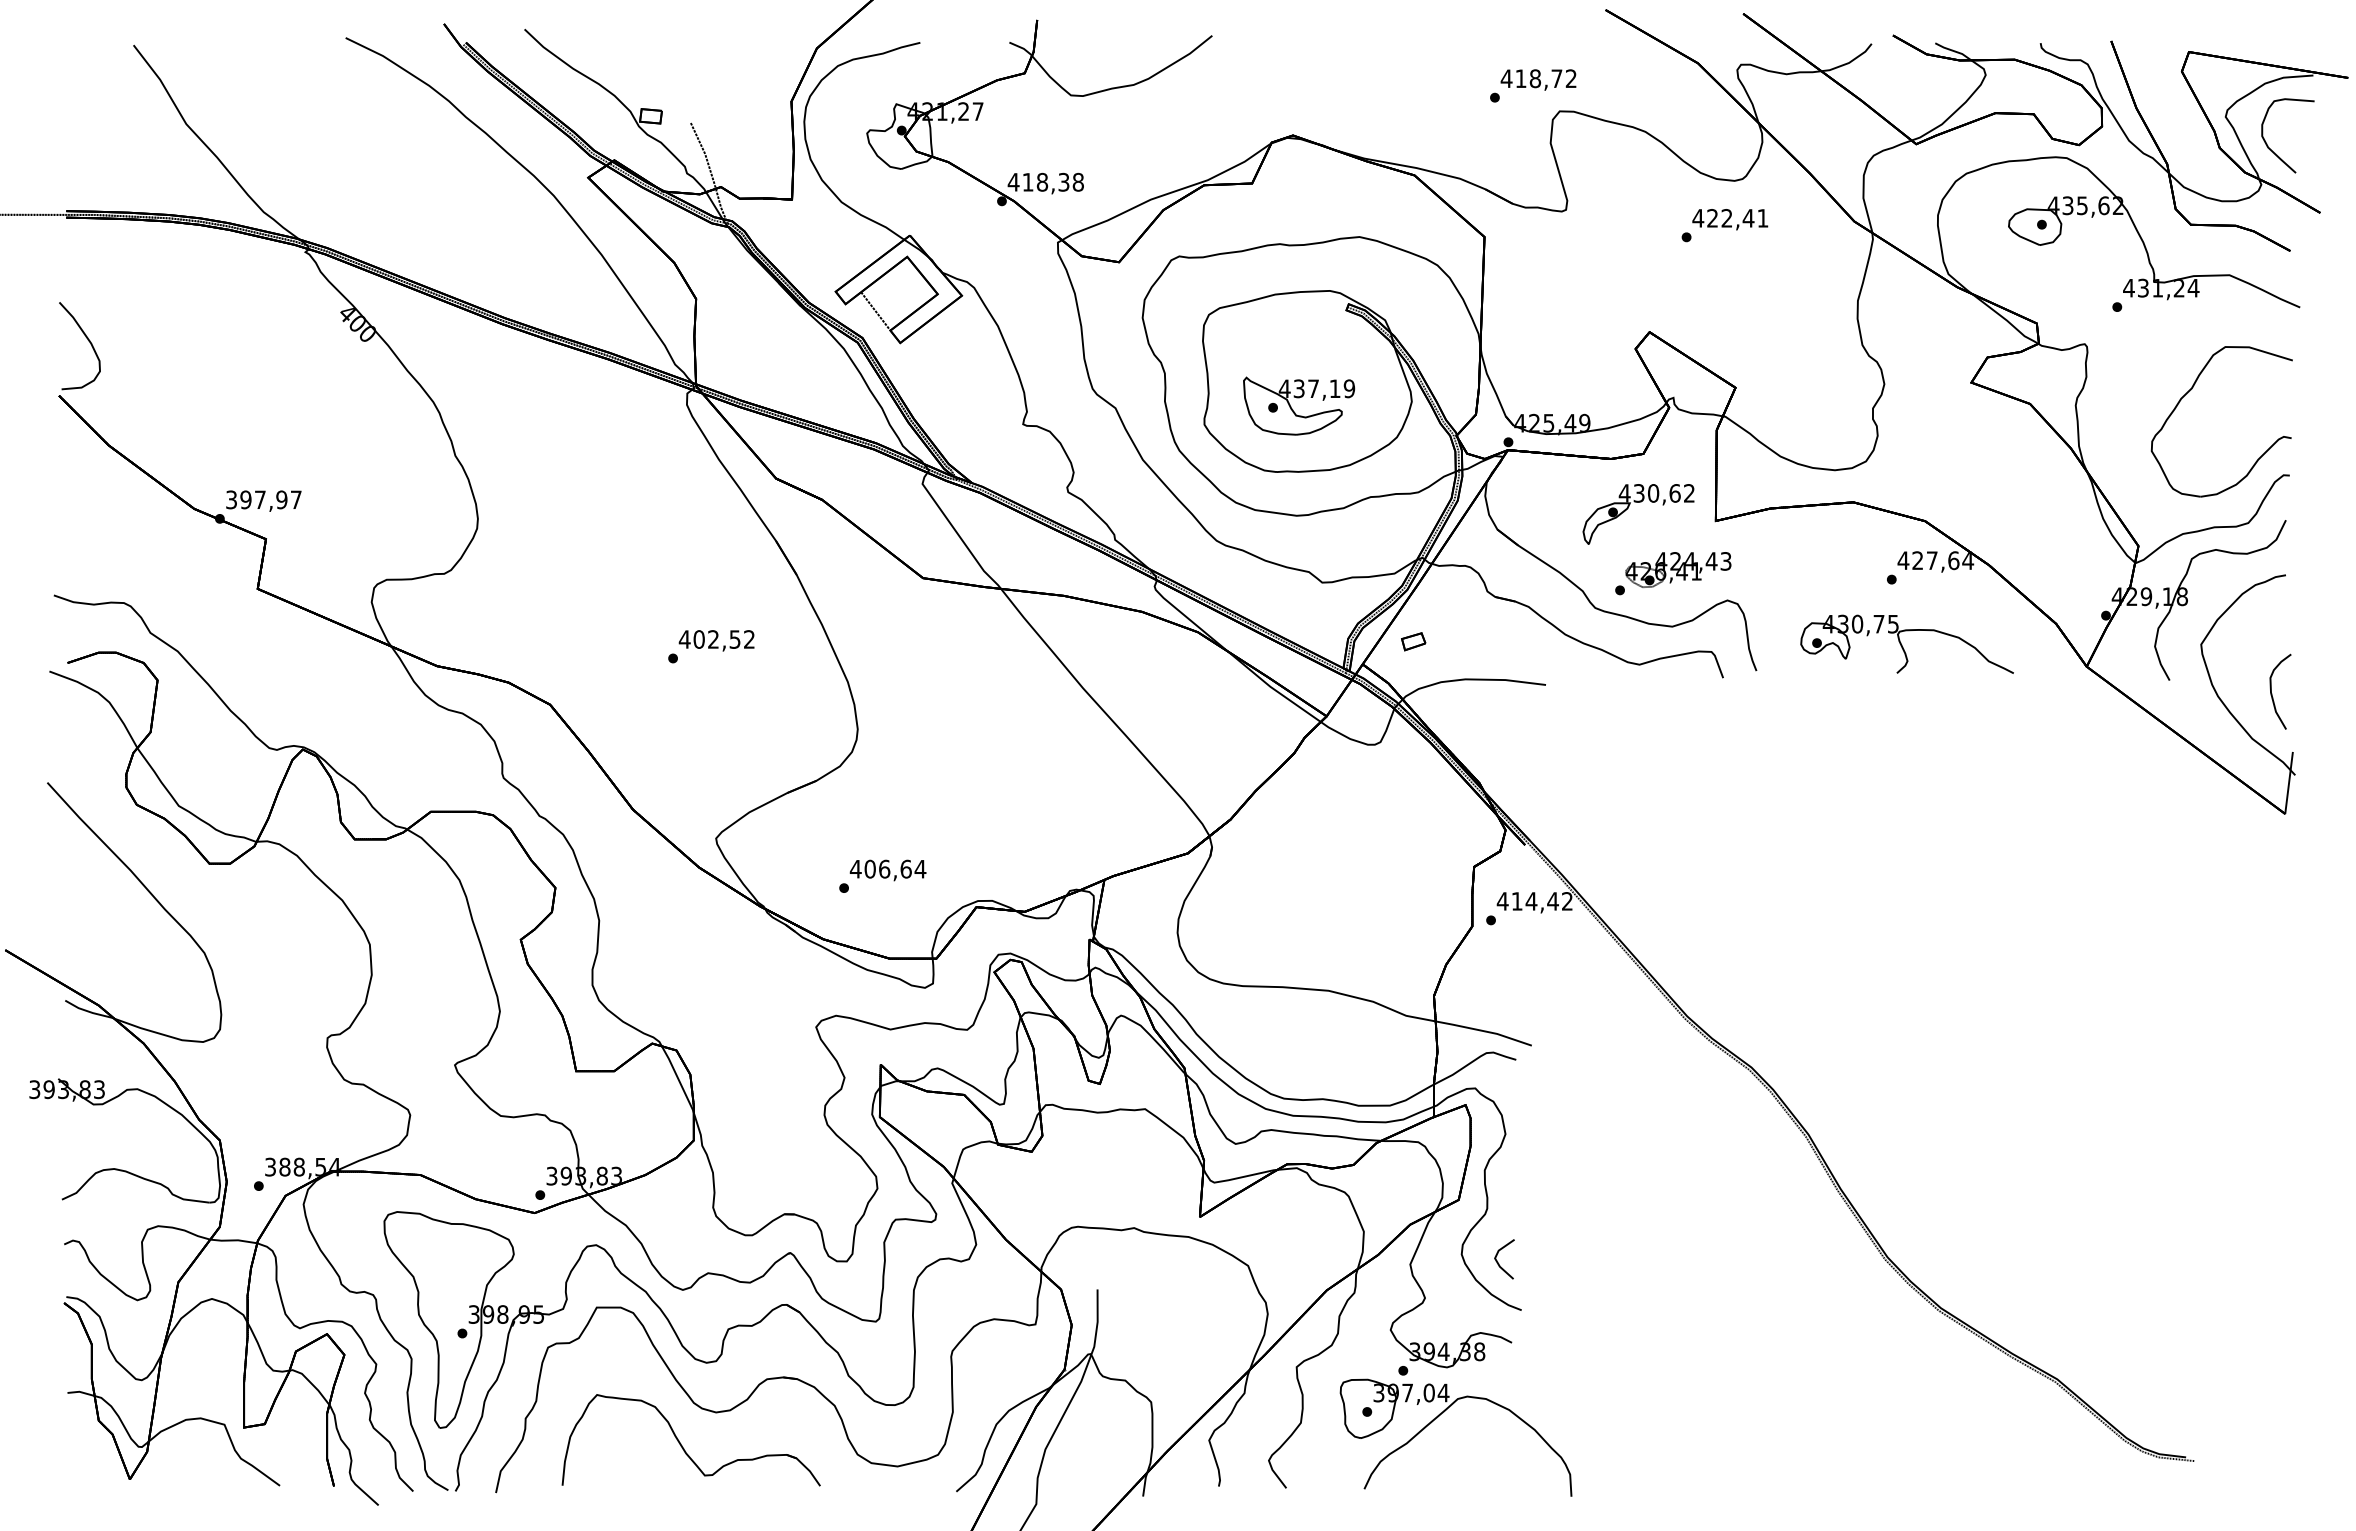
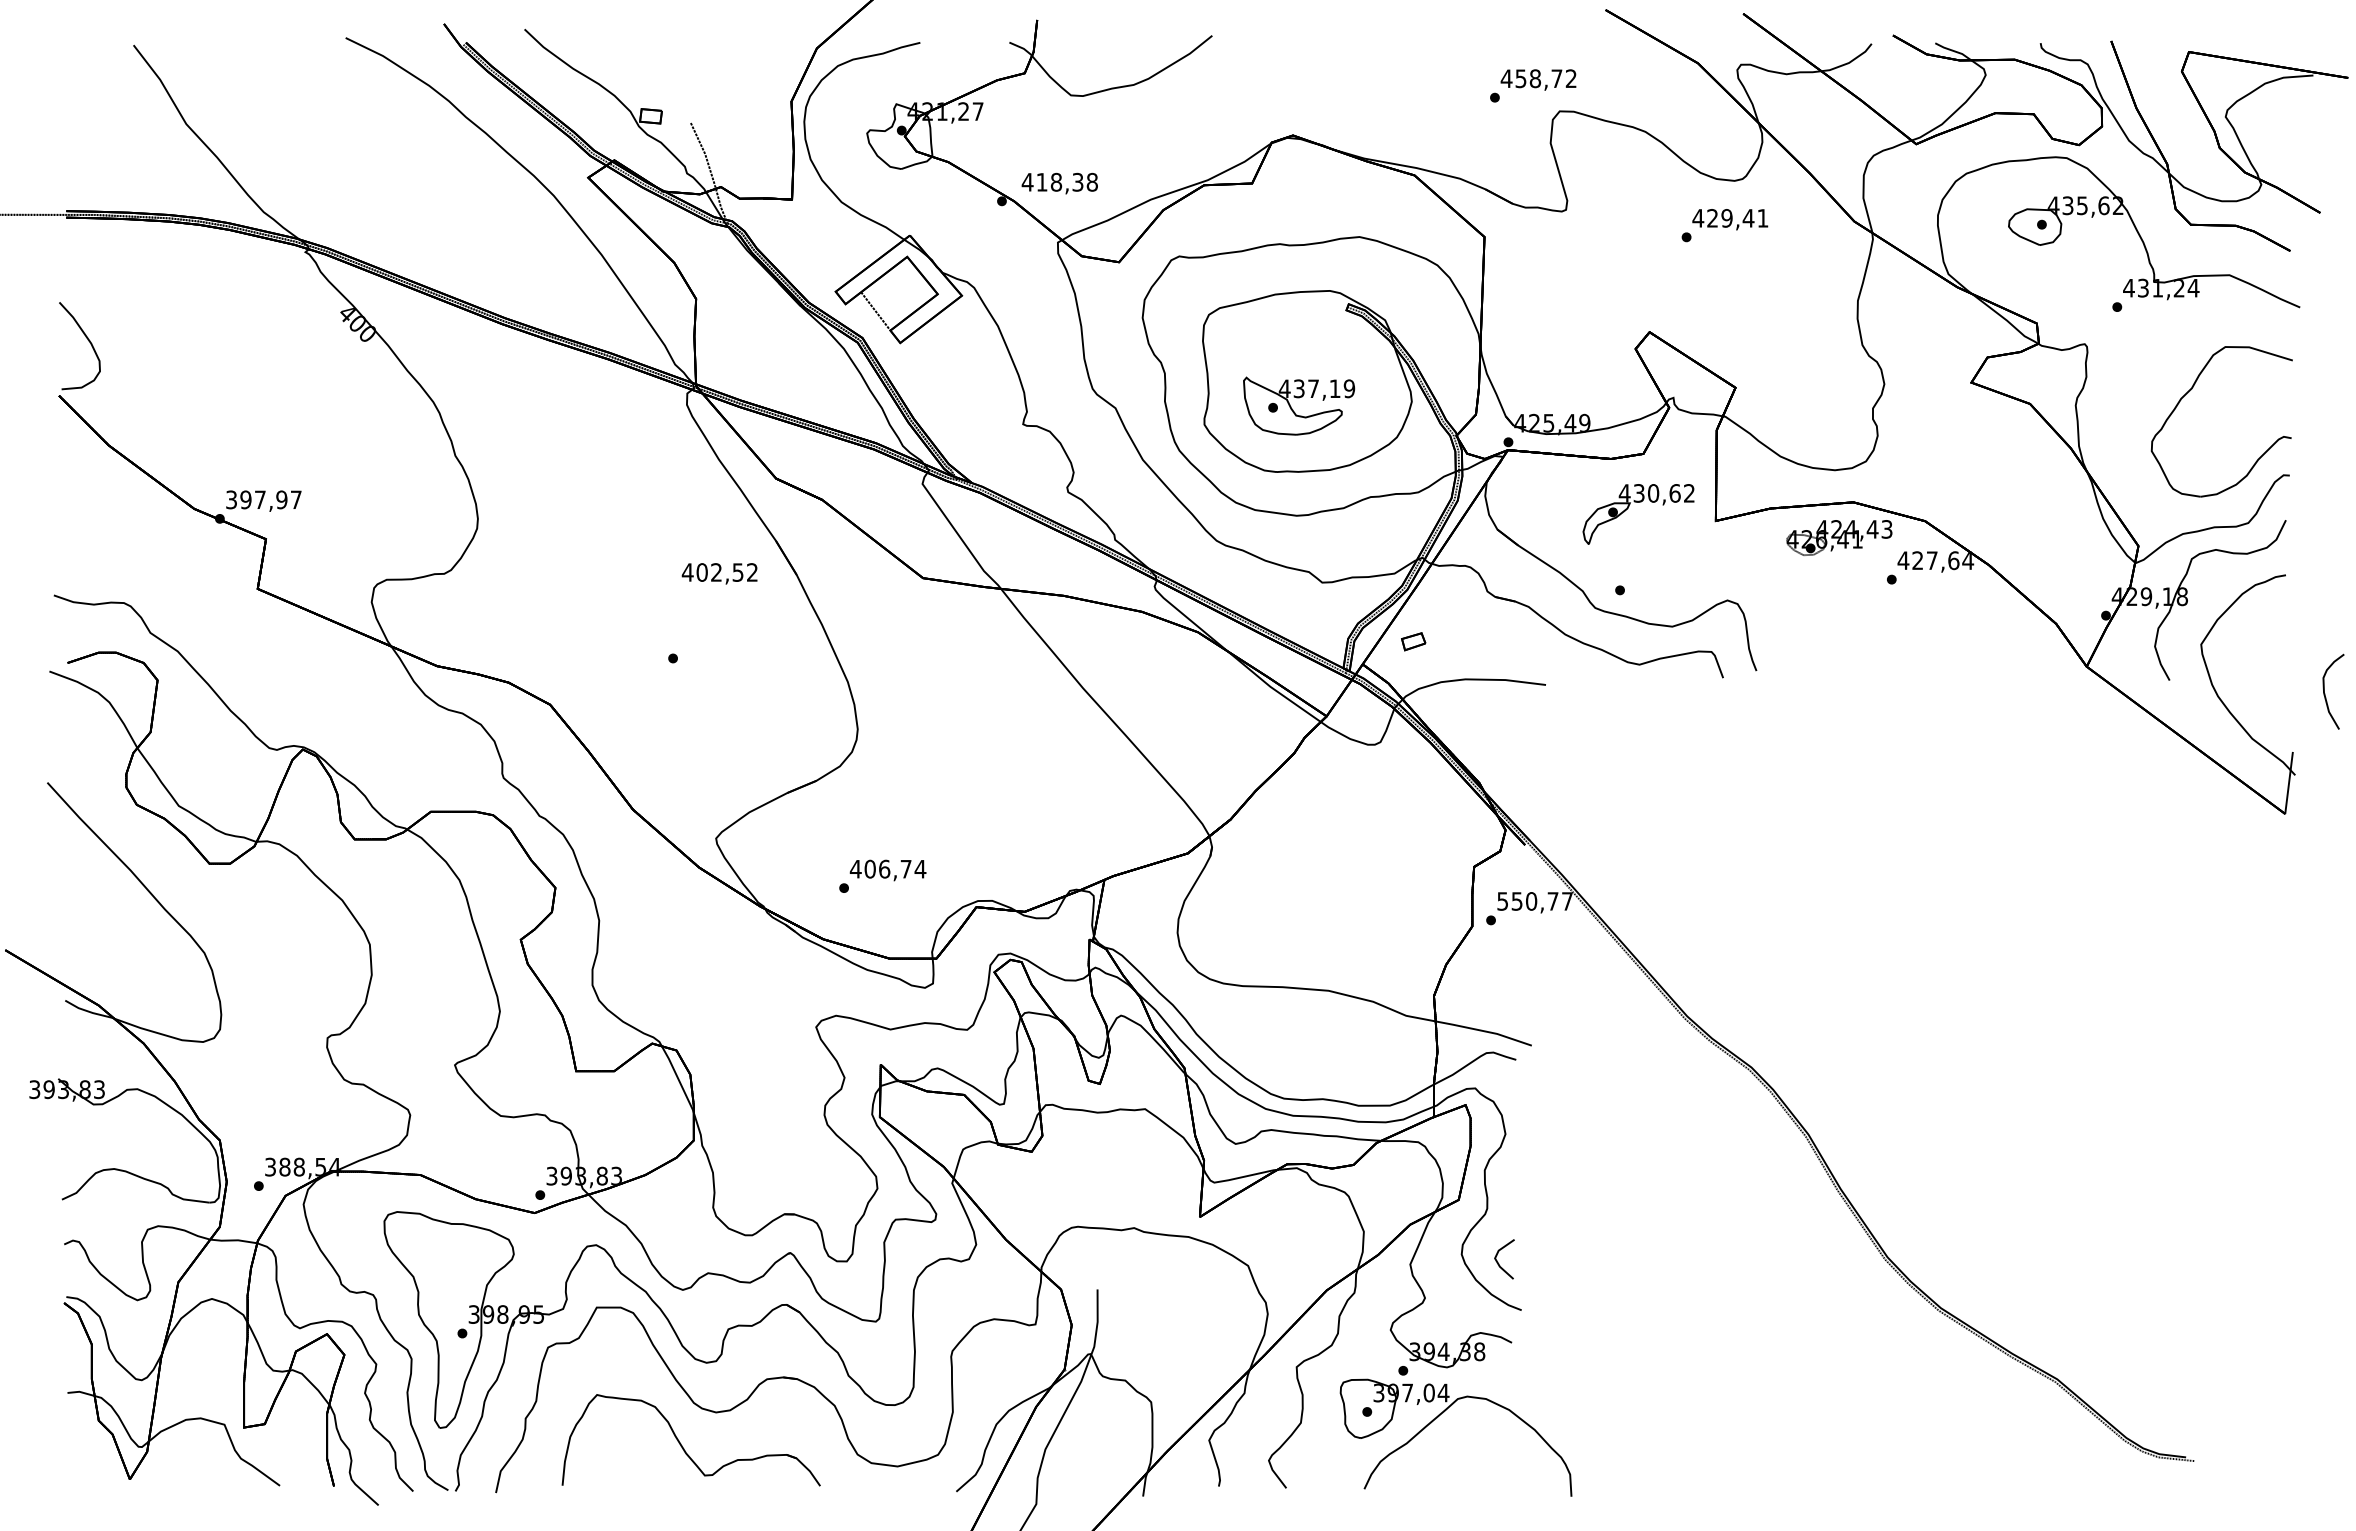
text at (1520, 78): 418,72 -> 458,72
curve at (2272, 150): present -> none
text at (1045, 183) position: (1045, 183) -> (1059, 183)
text at (1726, 218): 422,41 -> 429,41
part at (1678, 569) position: (1678, 569) -> (1839, 537)
text at (716, 640) position: (716, 640) -> (719, 573)
part at (1906, 643): present -> none
part at (2272, 693) position: (2272, 693) -> (2325, 693)
text at (905, 868): 406,64 -> 406,74
text at (1534, 901): 414,42 -> 550,77
